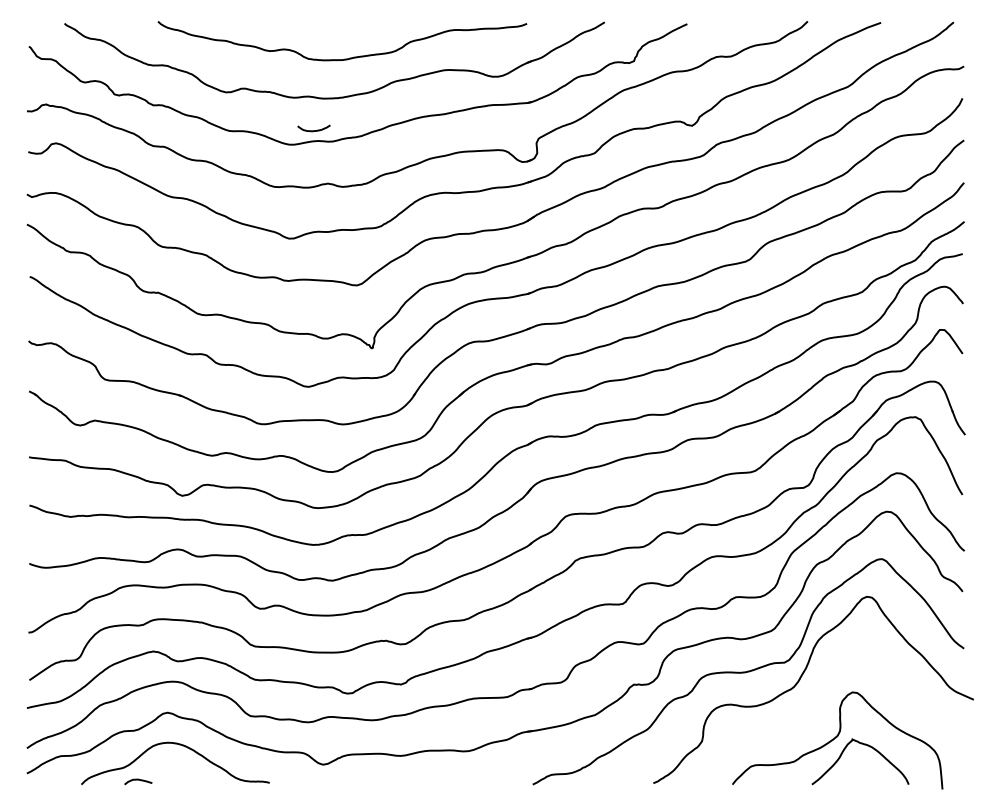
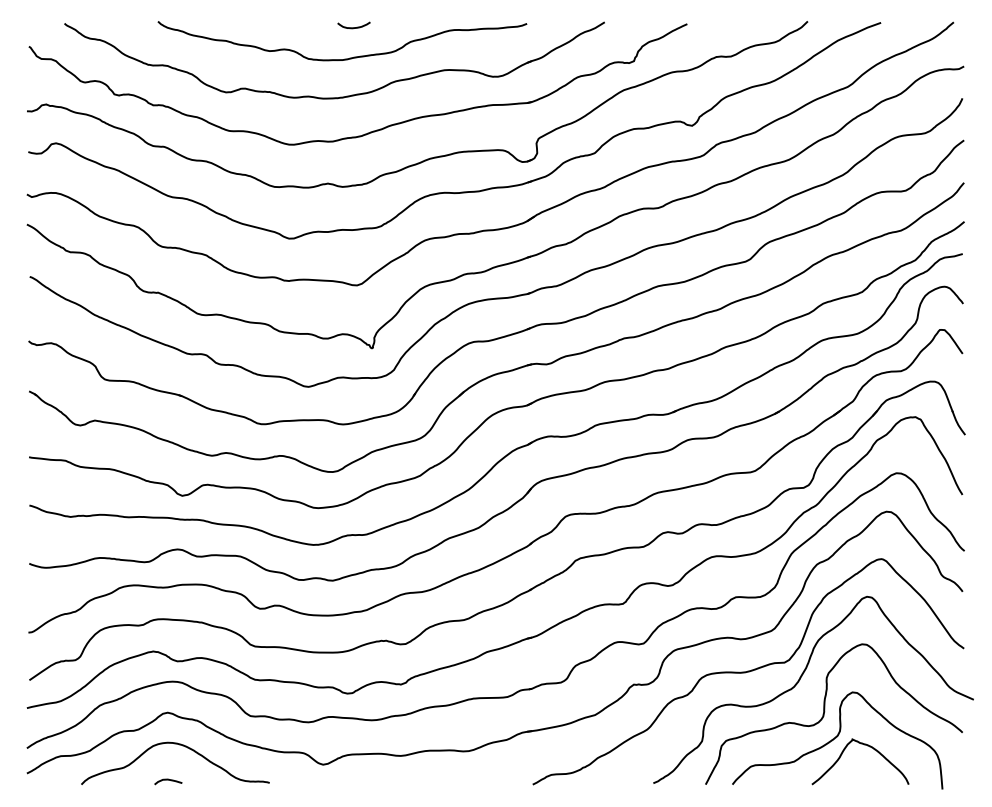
curve at (313, 130) position: (313, 130) -> (353, 27)
curve at (825, 711): none -> present
curve at (138, 780) position: (138, 780) -> (168, 780)
